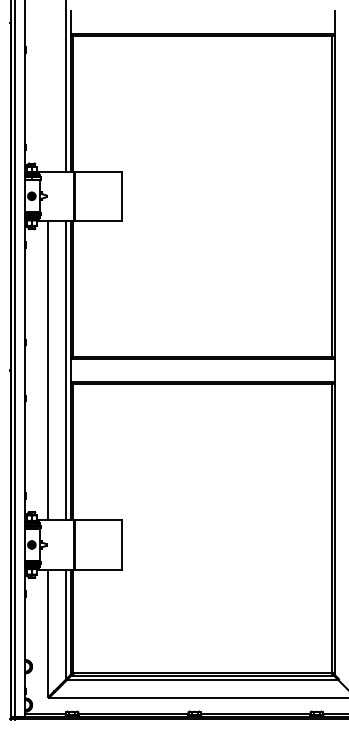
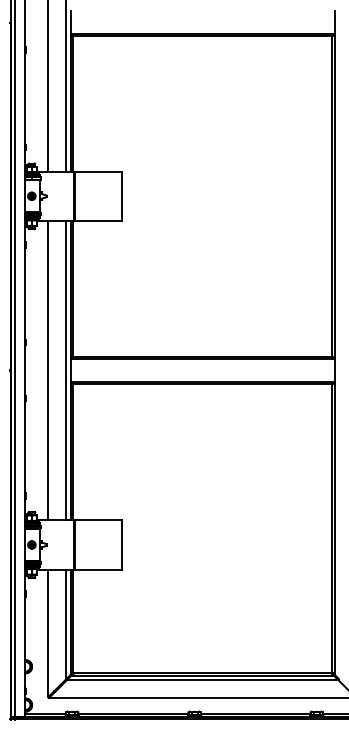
line at (48, 86): none -> present
